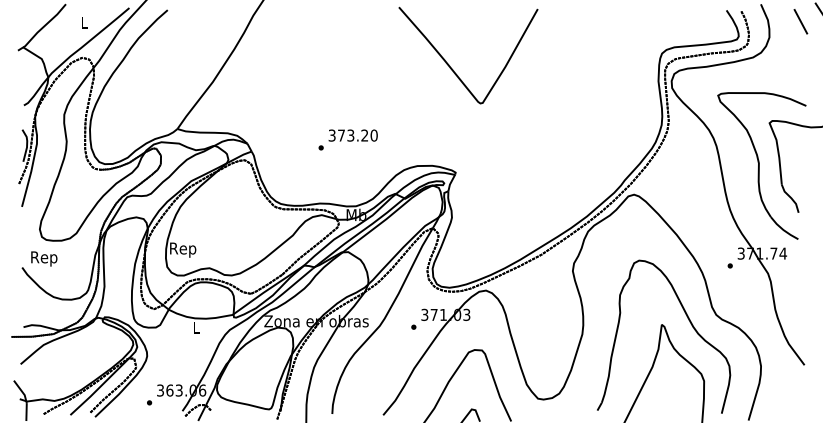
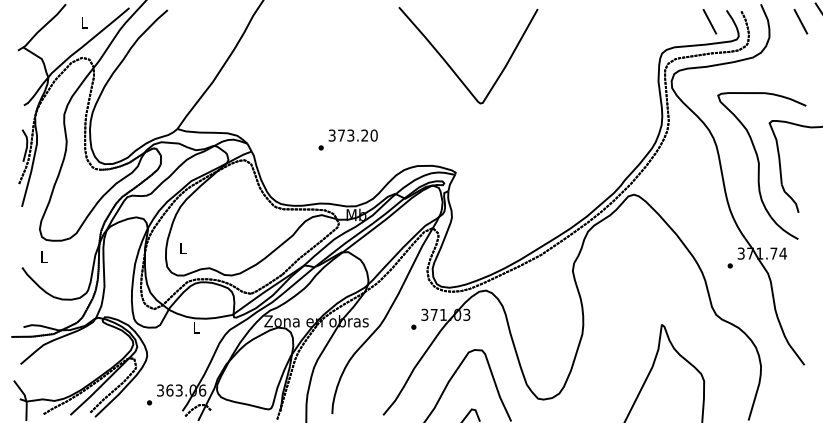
line at (709, 21): none -> present
text at (183, 249): Rep -> L
text at (44, 258): Rep -> L
part at (690, 324): present -> none
